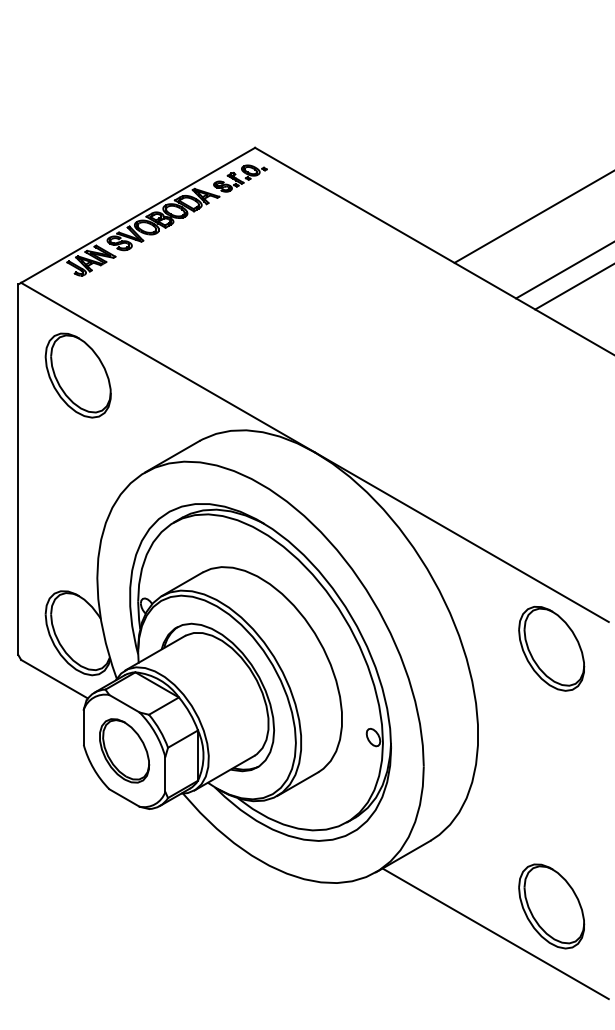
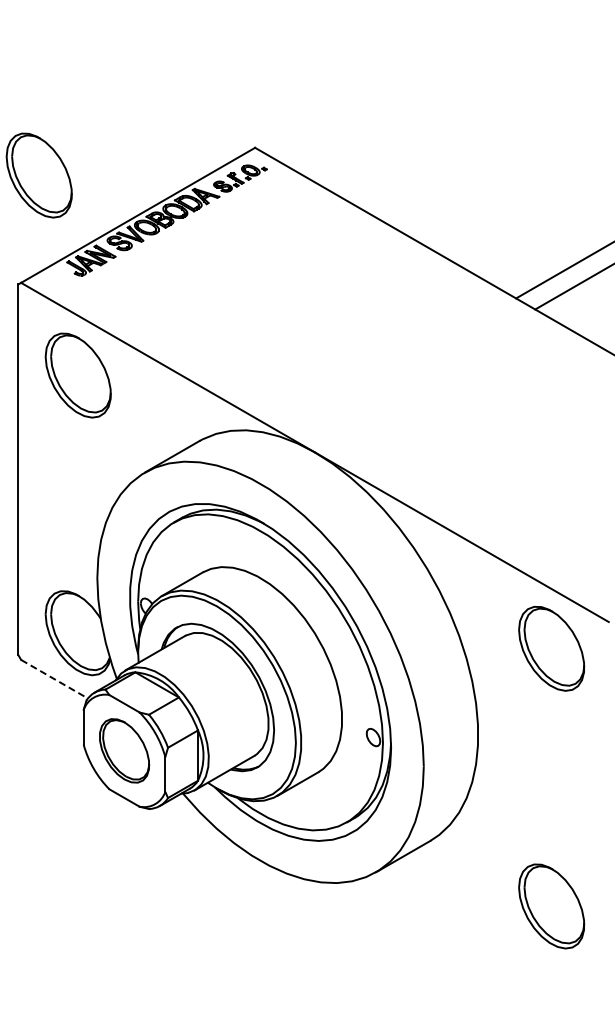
part at (38, 175): none -> present
line at (532, 217): present -> none
line at (54, 679): solid -> dashed
line at (495, 933): present -> none
